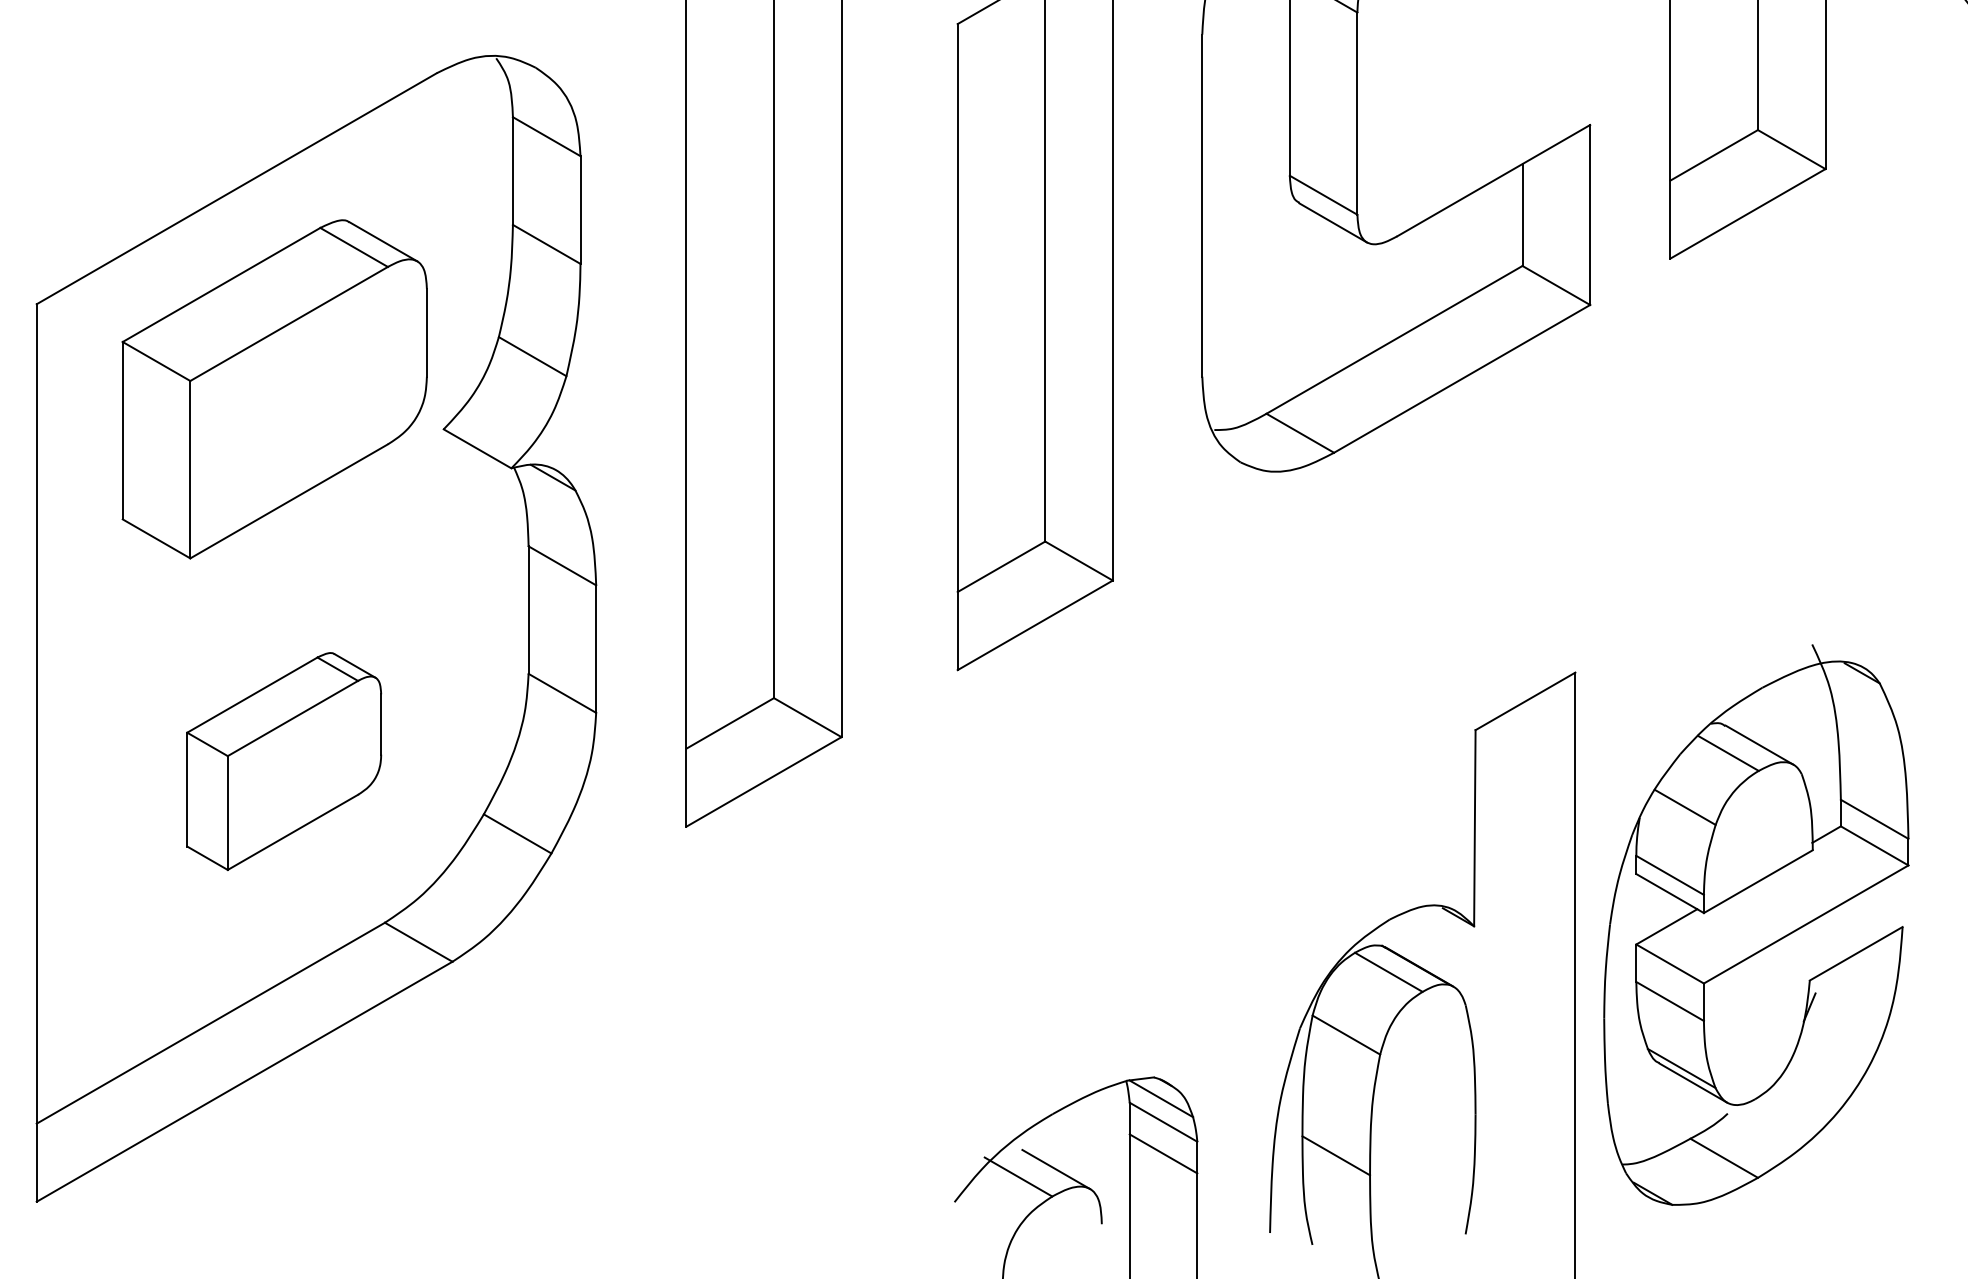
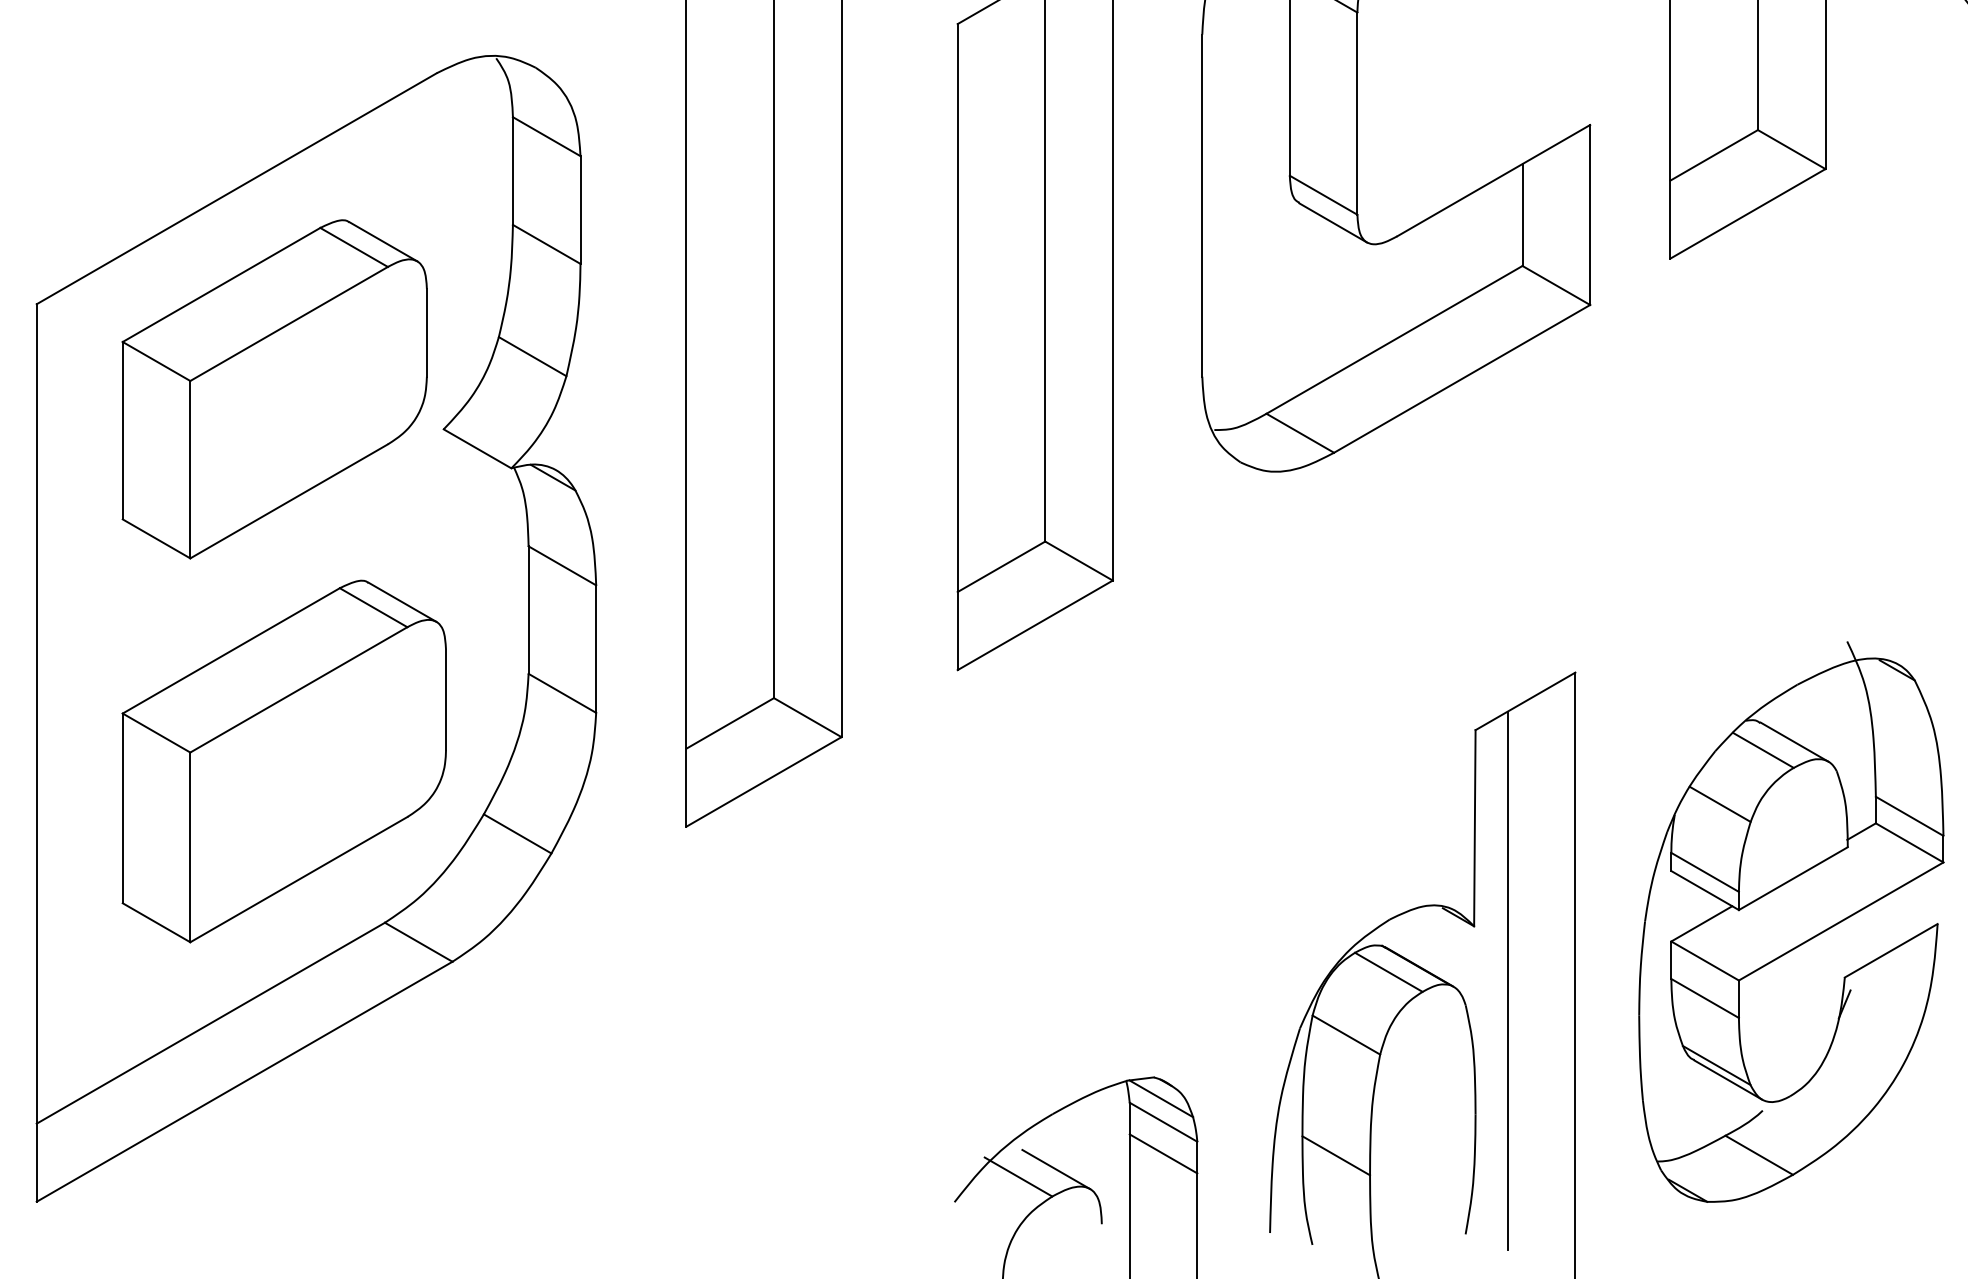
part at (284, 761) size: 197x219 px -> 326x365 px
part at (1756, 924) position: (1756, 924) -> (1791, 921)
line at (1507, 980): none -> present
